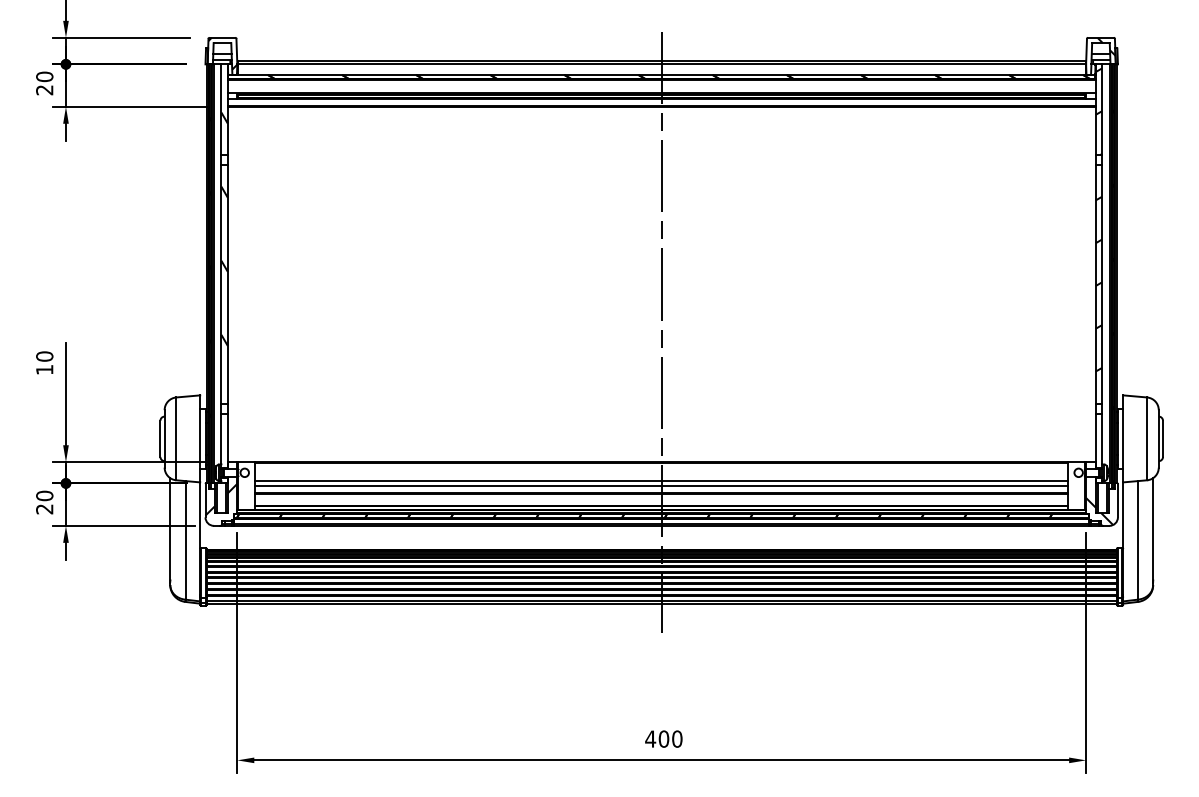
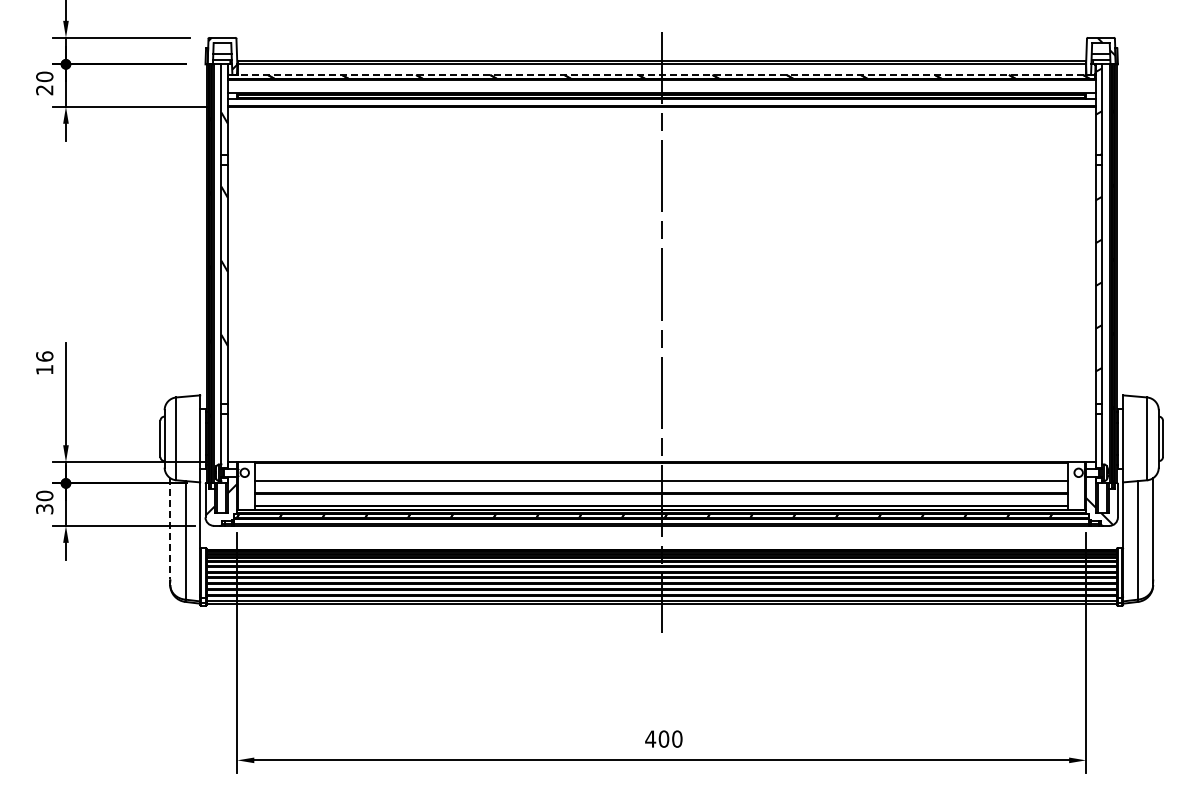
line at (661, 74): solid -> dashed
text at (44, 356): 10 -> 16
line at (661, 485): present -> none
text at (44, 509): 20 -> 30
line at (170, 529): solid -> dashed
